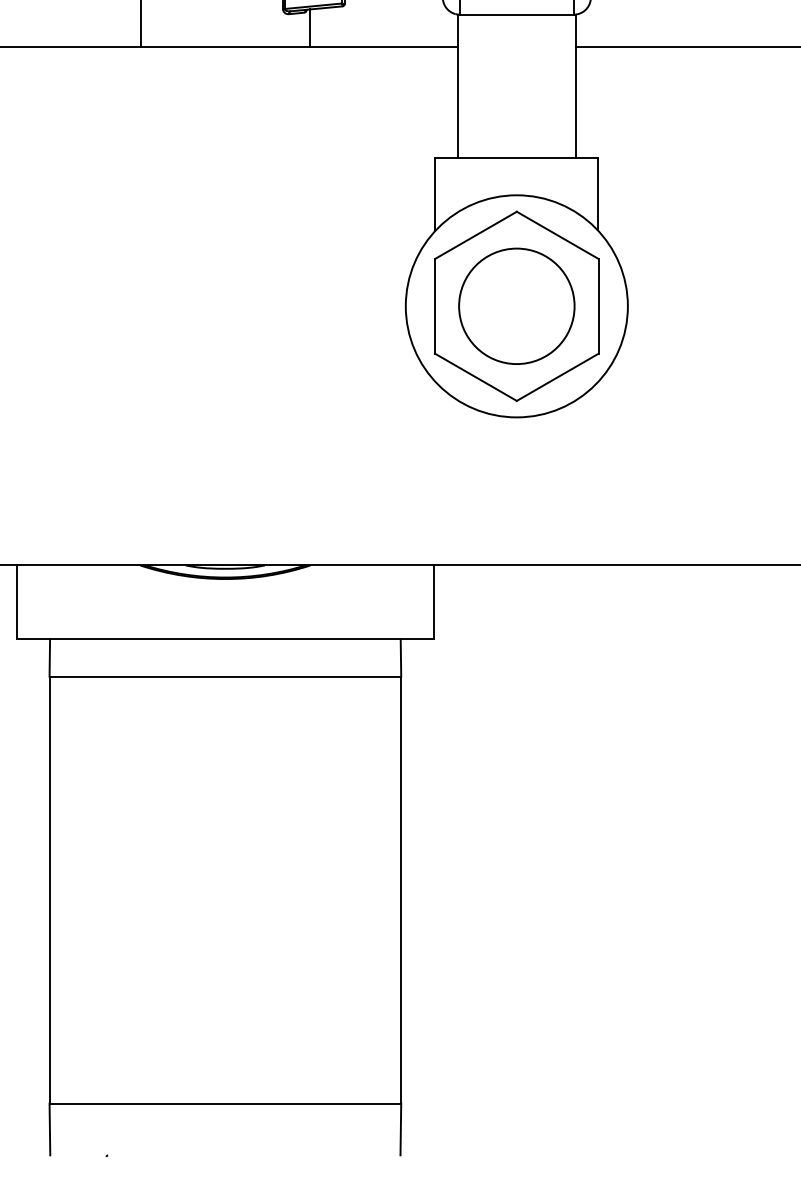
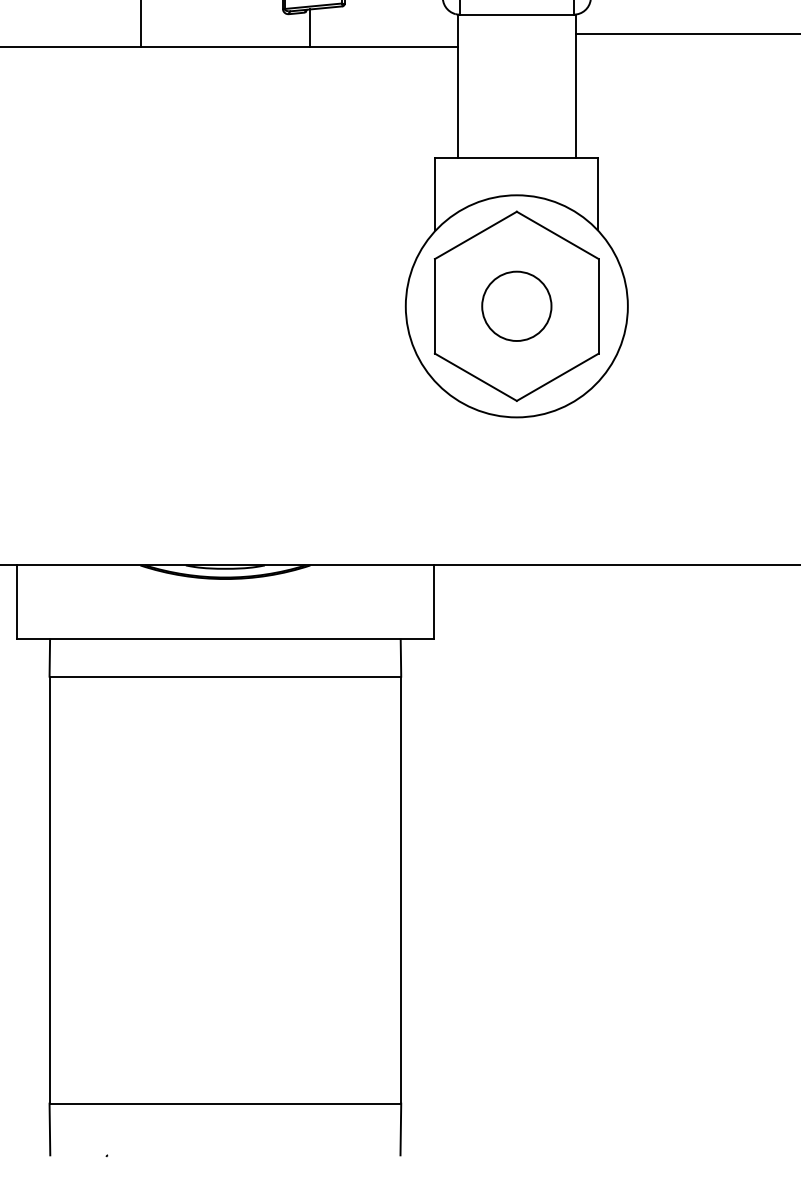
line at (686, 47) position: (686, 47) -> (686, 34)
circle at (516, 306) diameter: 115 px -> 69 px
